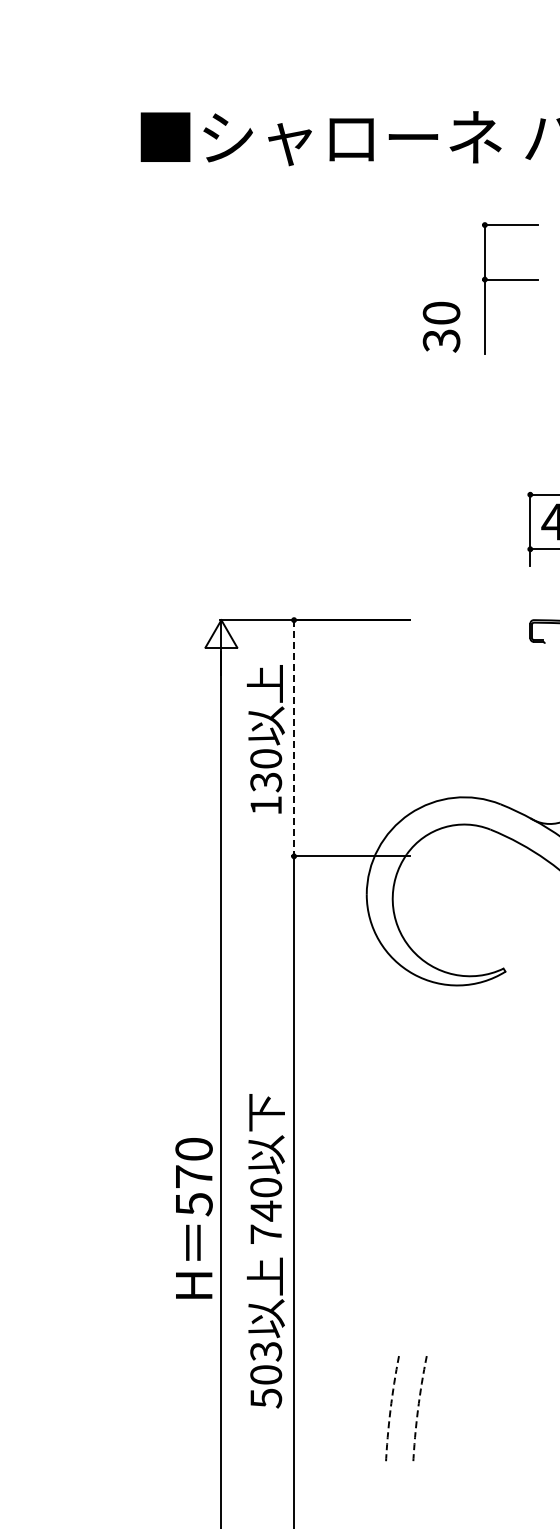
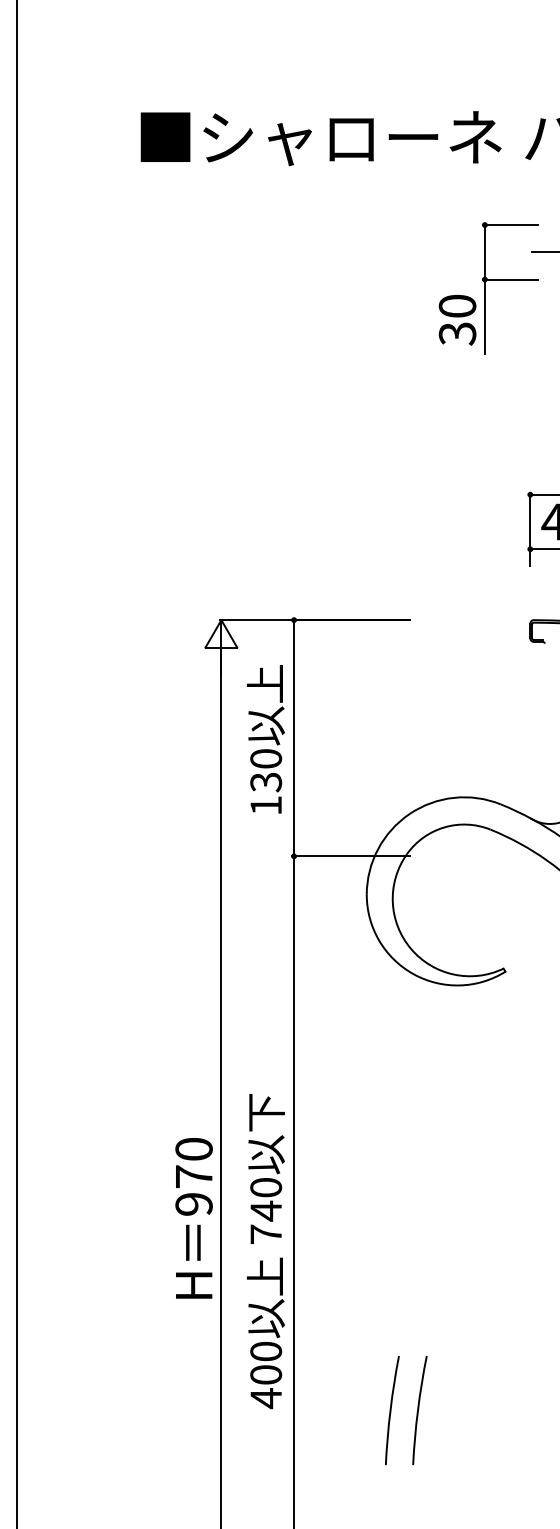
line at (543, 252): none -> present
text at (441, 326) position: (441, 326) -> (457, 319)
line at (294, 738): dashed -> solid
line at (16, 763): none -> present
text at (193, 1204): 570 -> 970
text at (266, 1375): 503 -> 400
arc at (390, 1410): dashed -> solid
arc at (417, 1410): dashed -> solid
